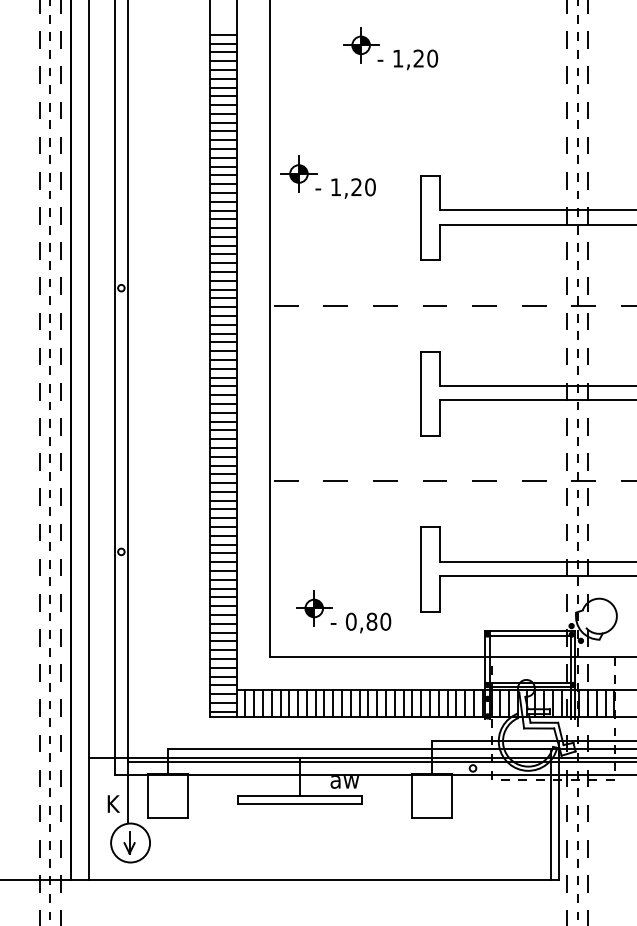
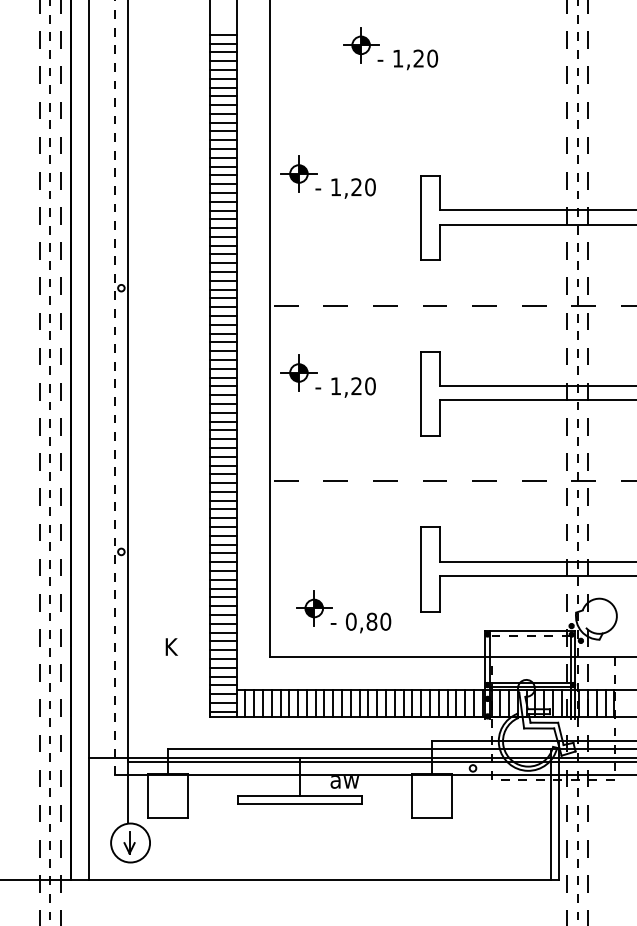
part at (327, 375): none -> present
line at (114, 387): solid -> dashed
line at (528, 635): solid -> dashed
text at (113, 803) position: (113, 803) -> (171, 646)
